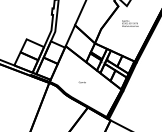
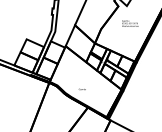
text at (81, 82) position: (81, 82) -> (81, 89)
